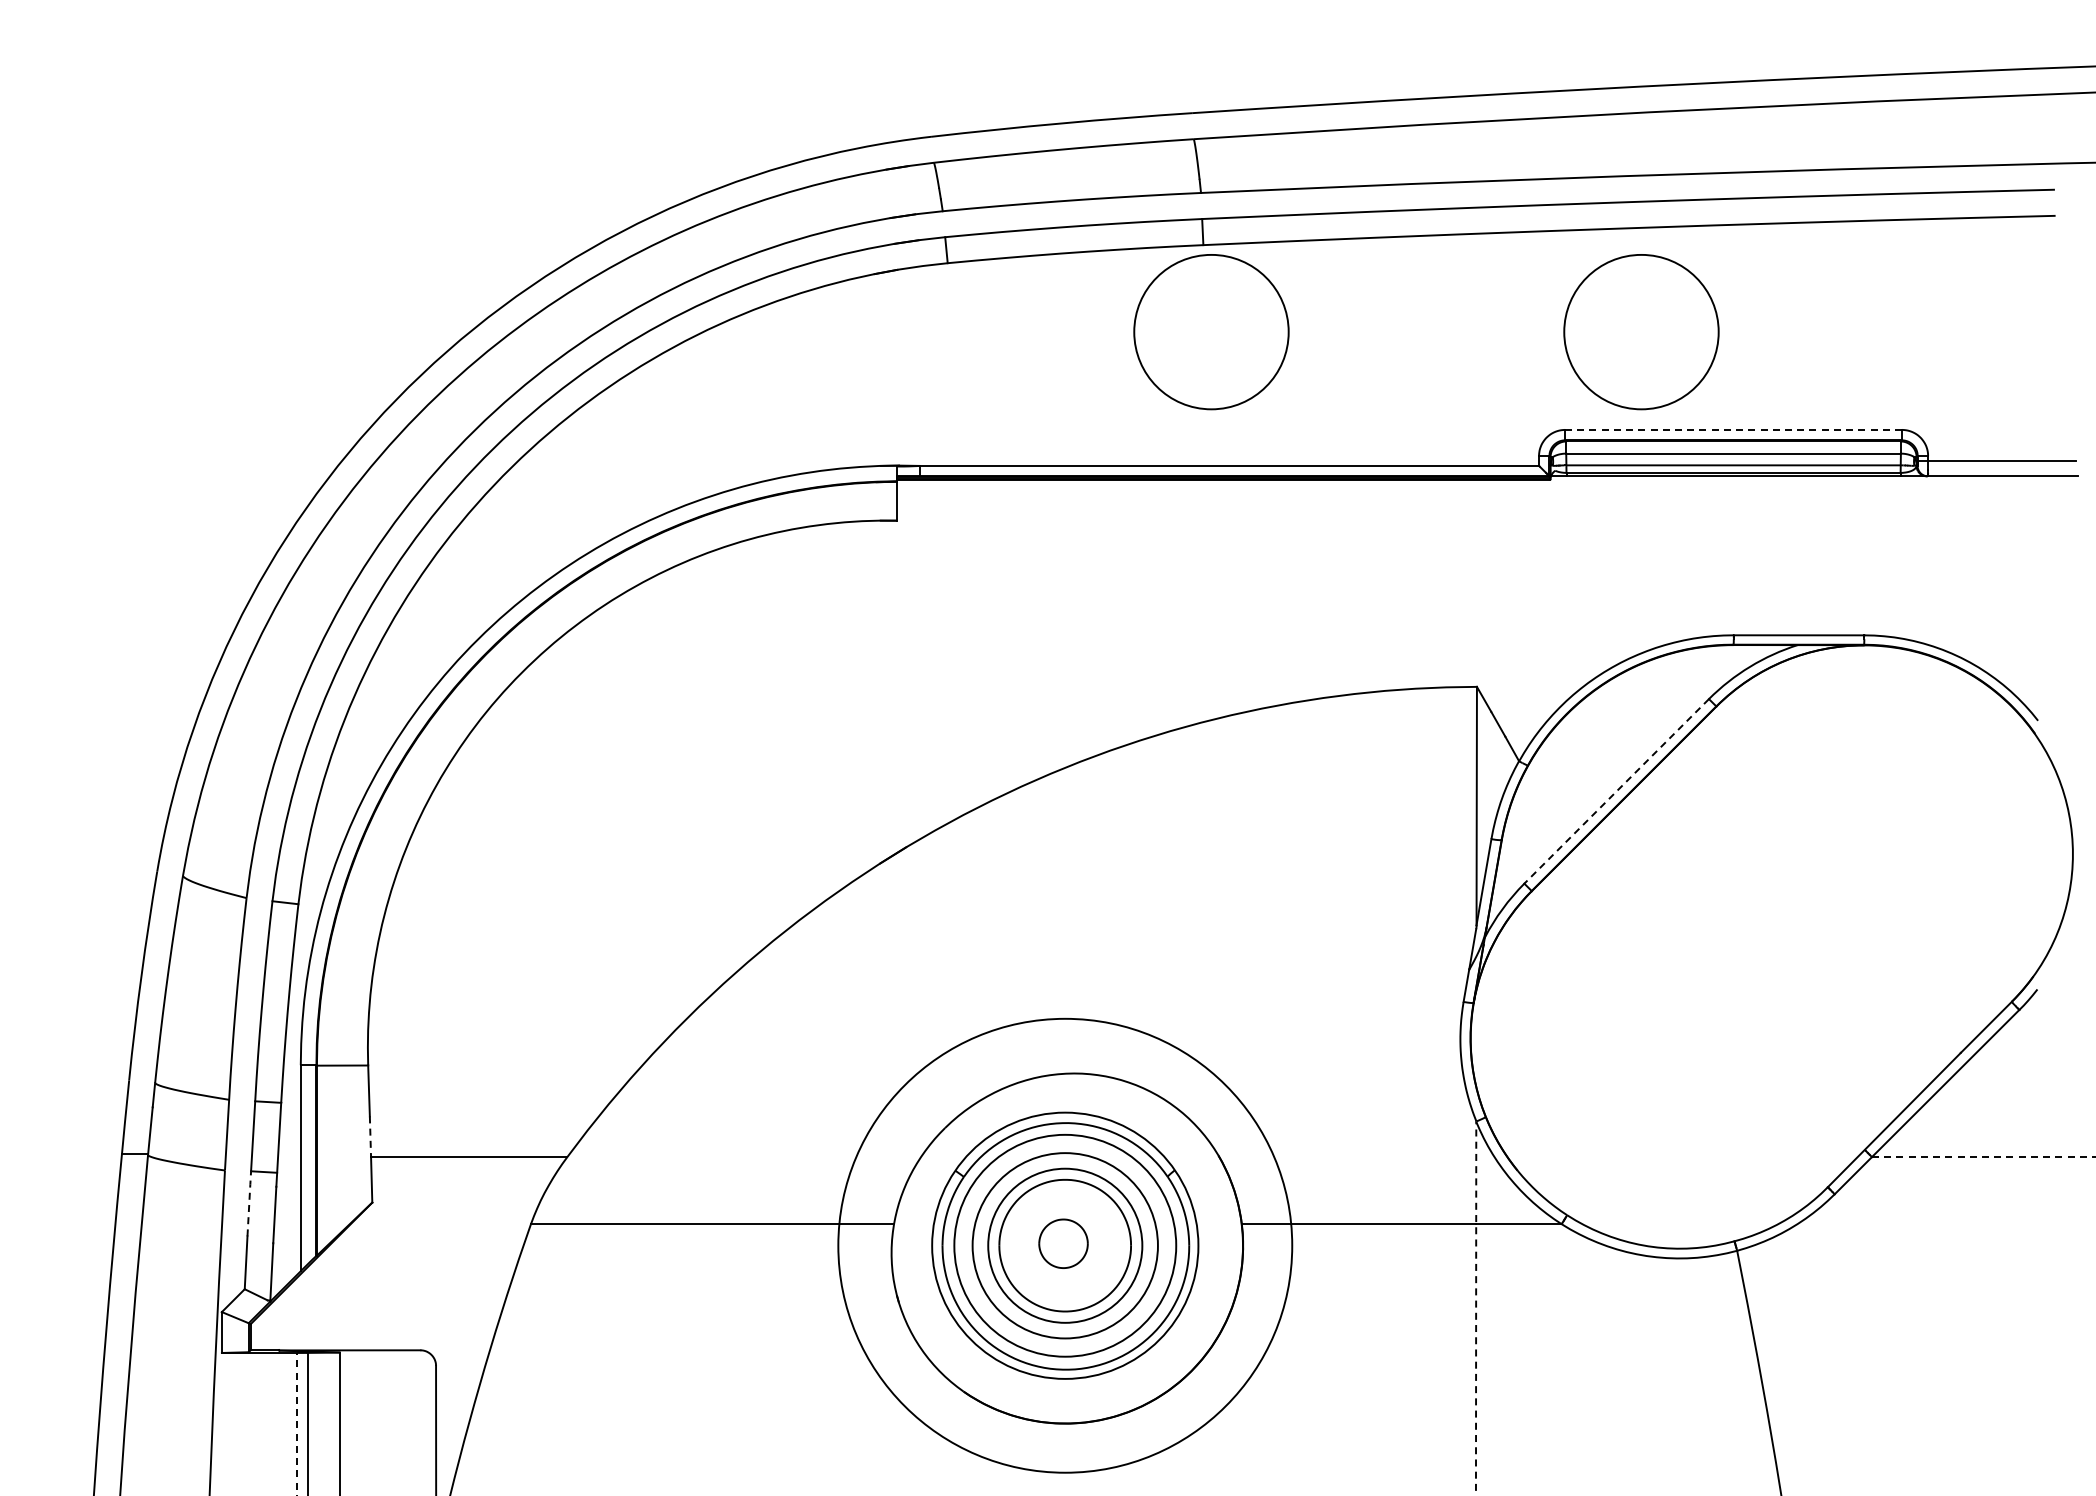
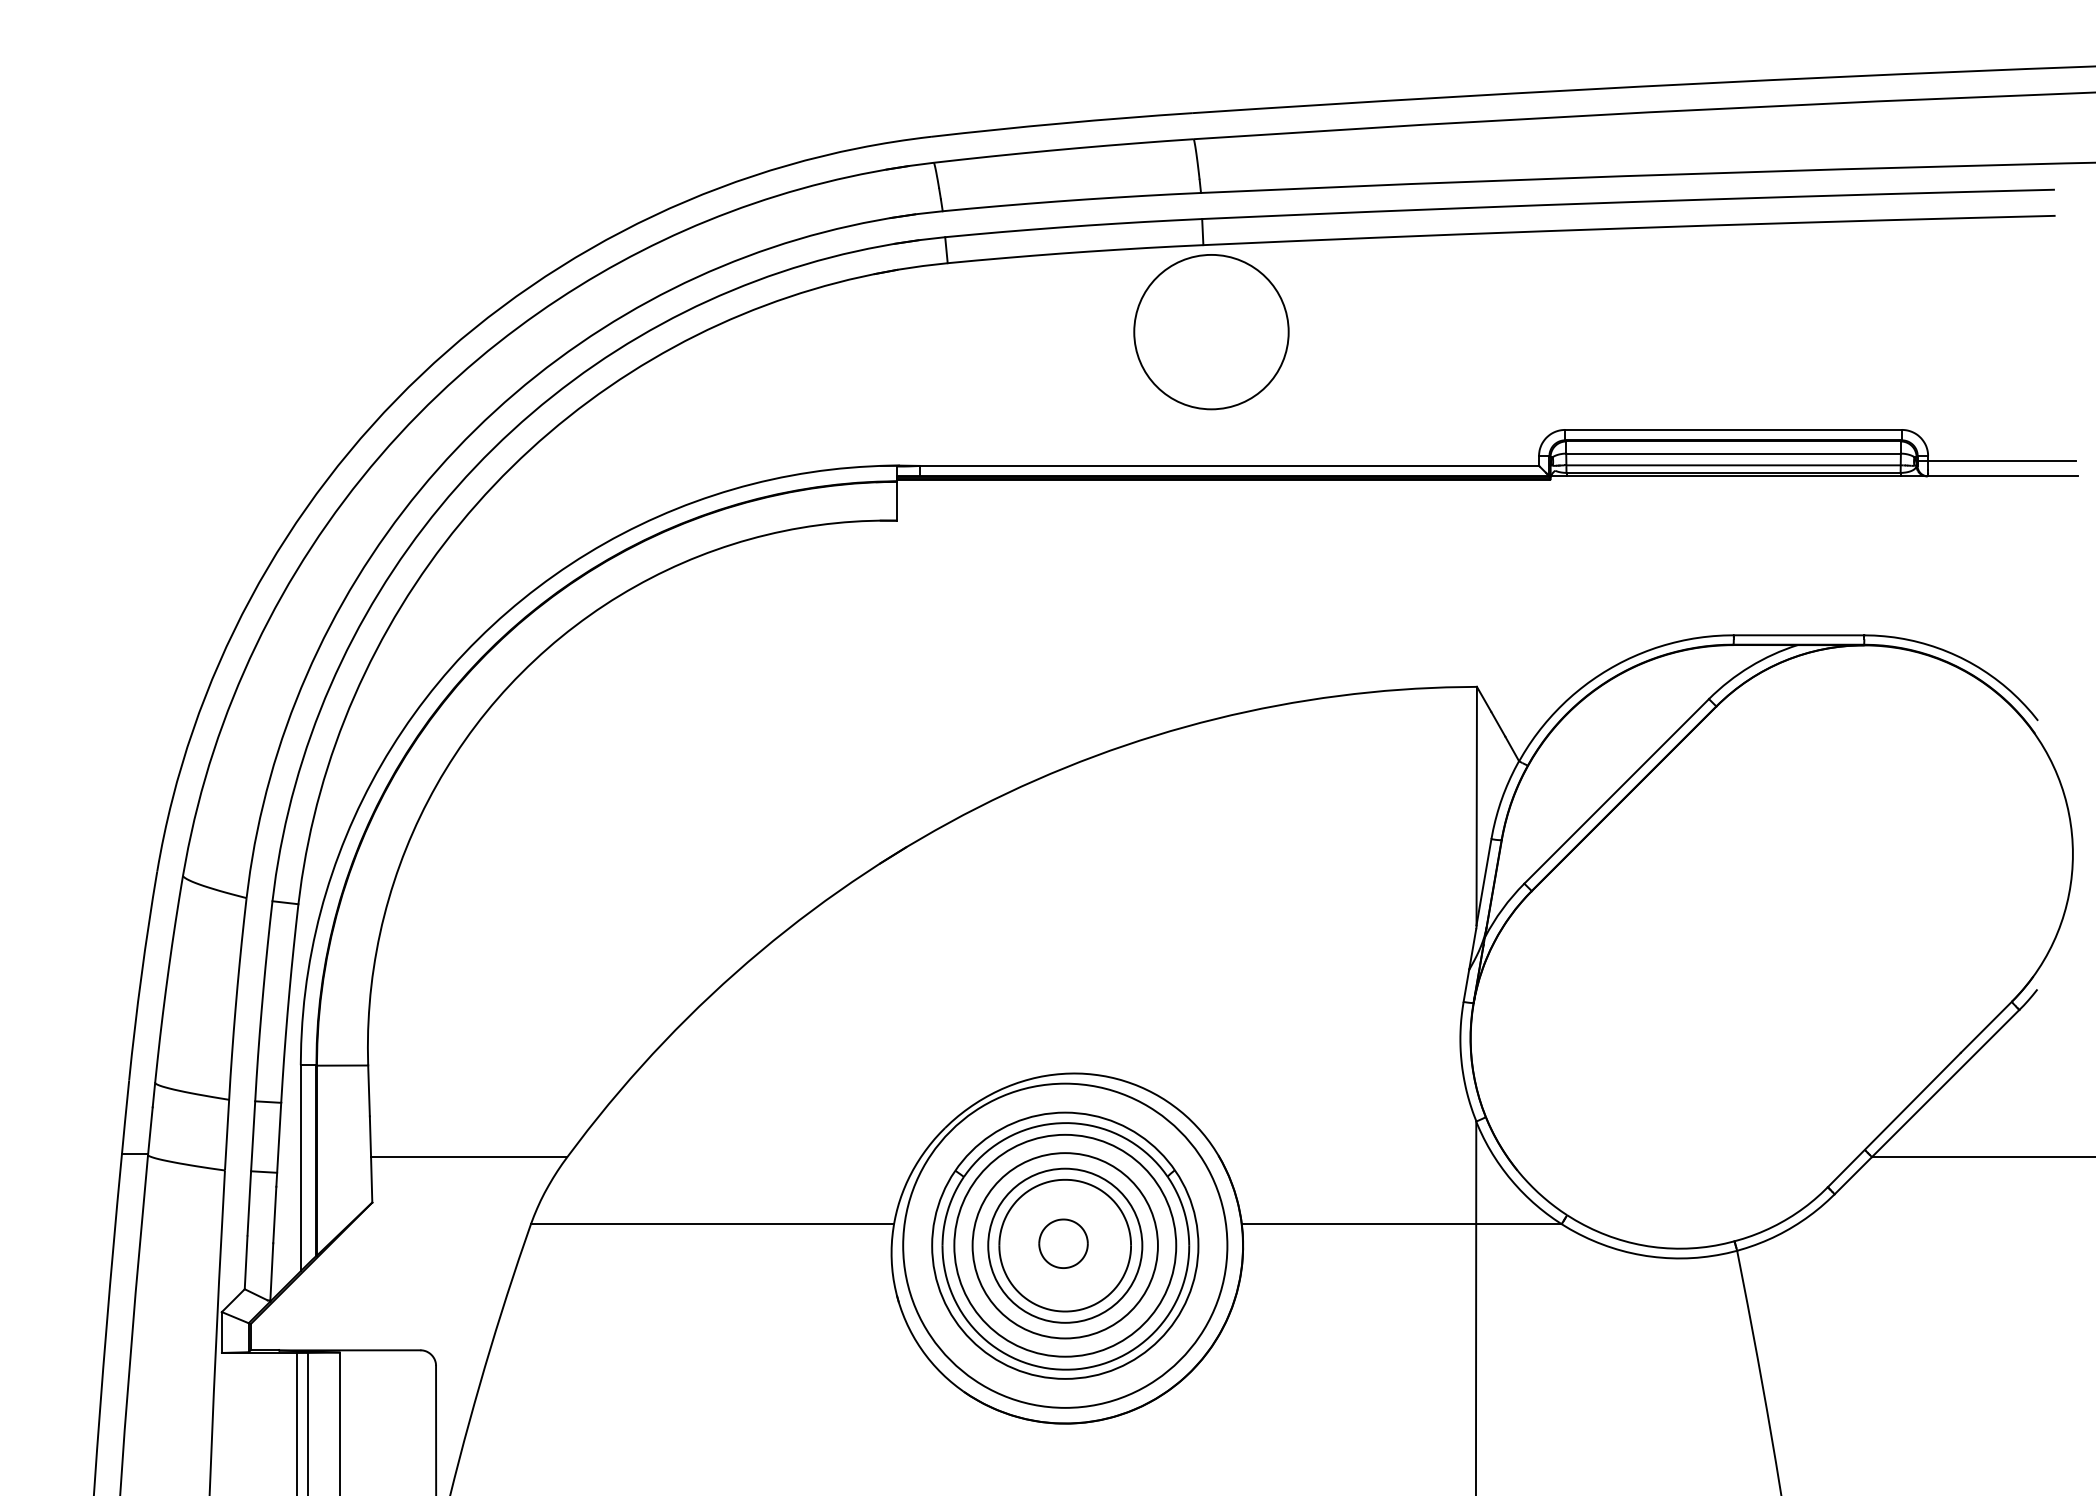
circle at (1641, 332): present -> none
line at (1733, 429): dashed -> solid
line at (1616, 791): dashed -> solid
line at (370, 1137): dashed -> solid
line at (1983, 1157): dashed -> solid
line at (249, 1202): dashed -> solid
circle at (1065, 1245) diameter: 454 px -> 324 px
line at (1476, 1308): dashed -> solid
line at (297, 1423): dashed -> solid
